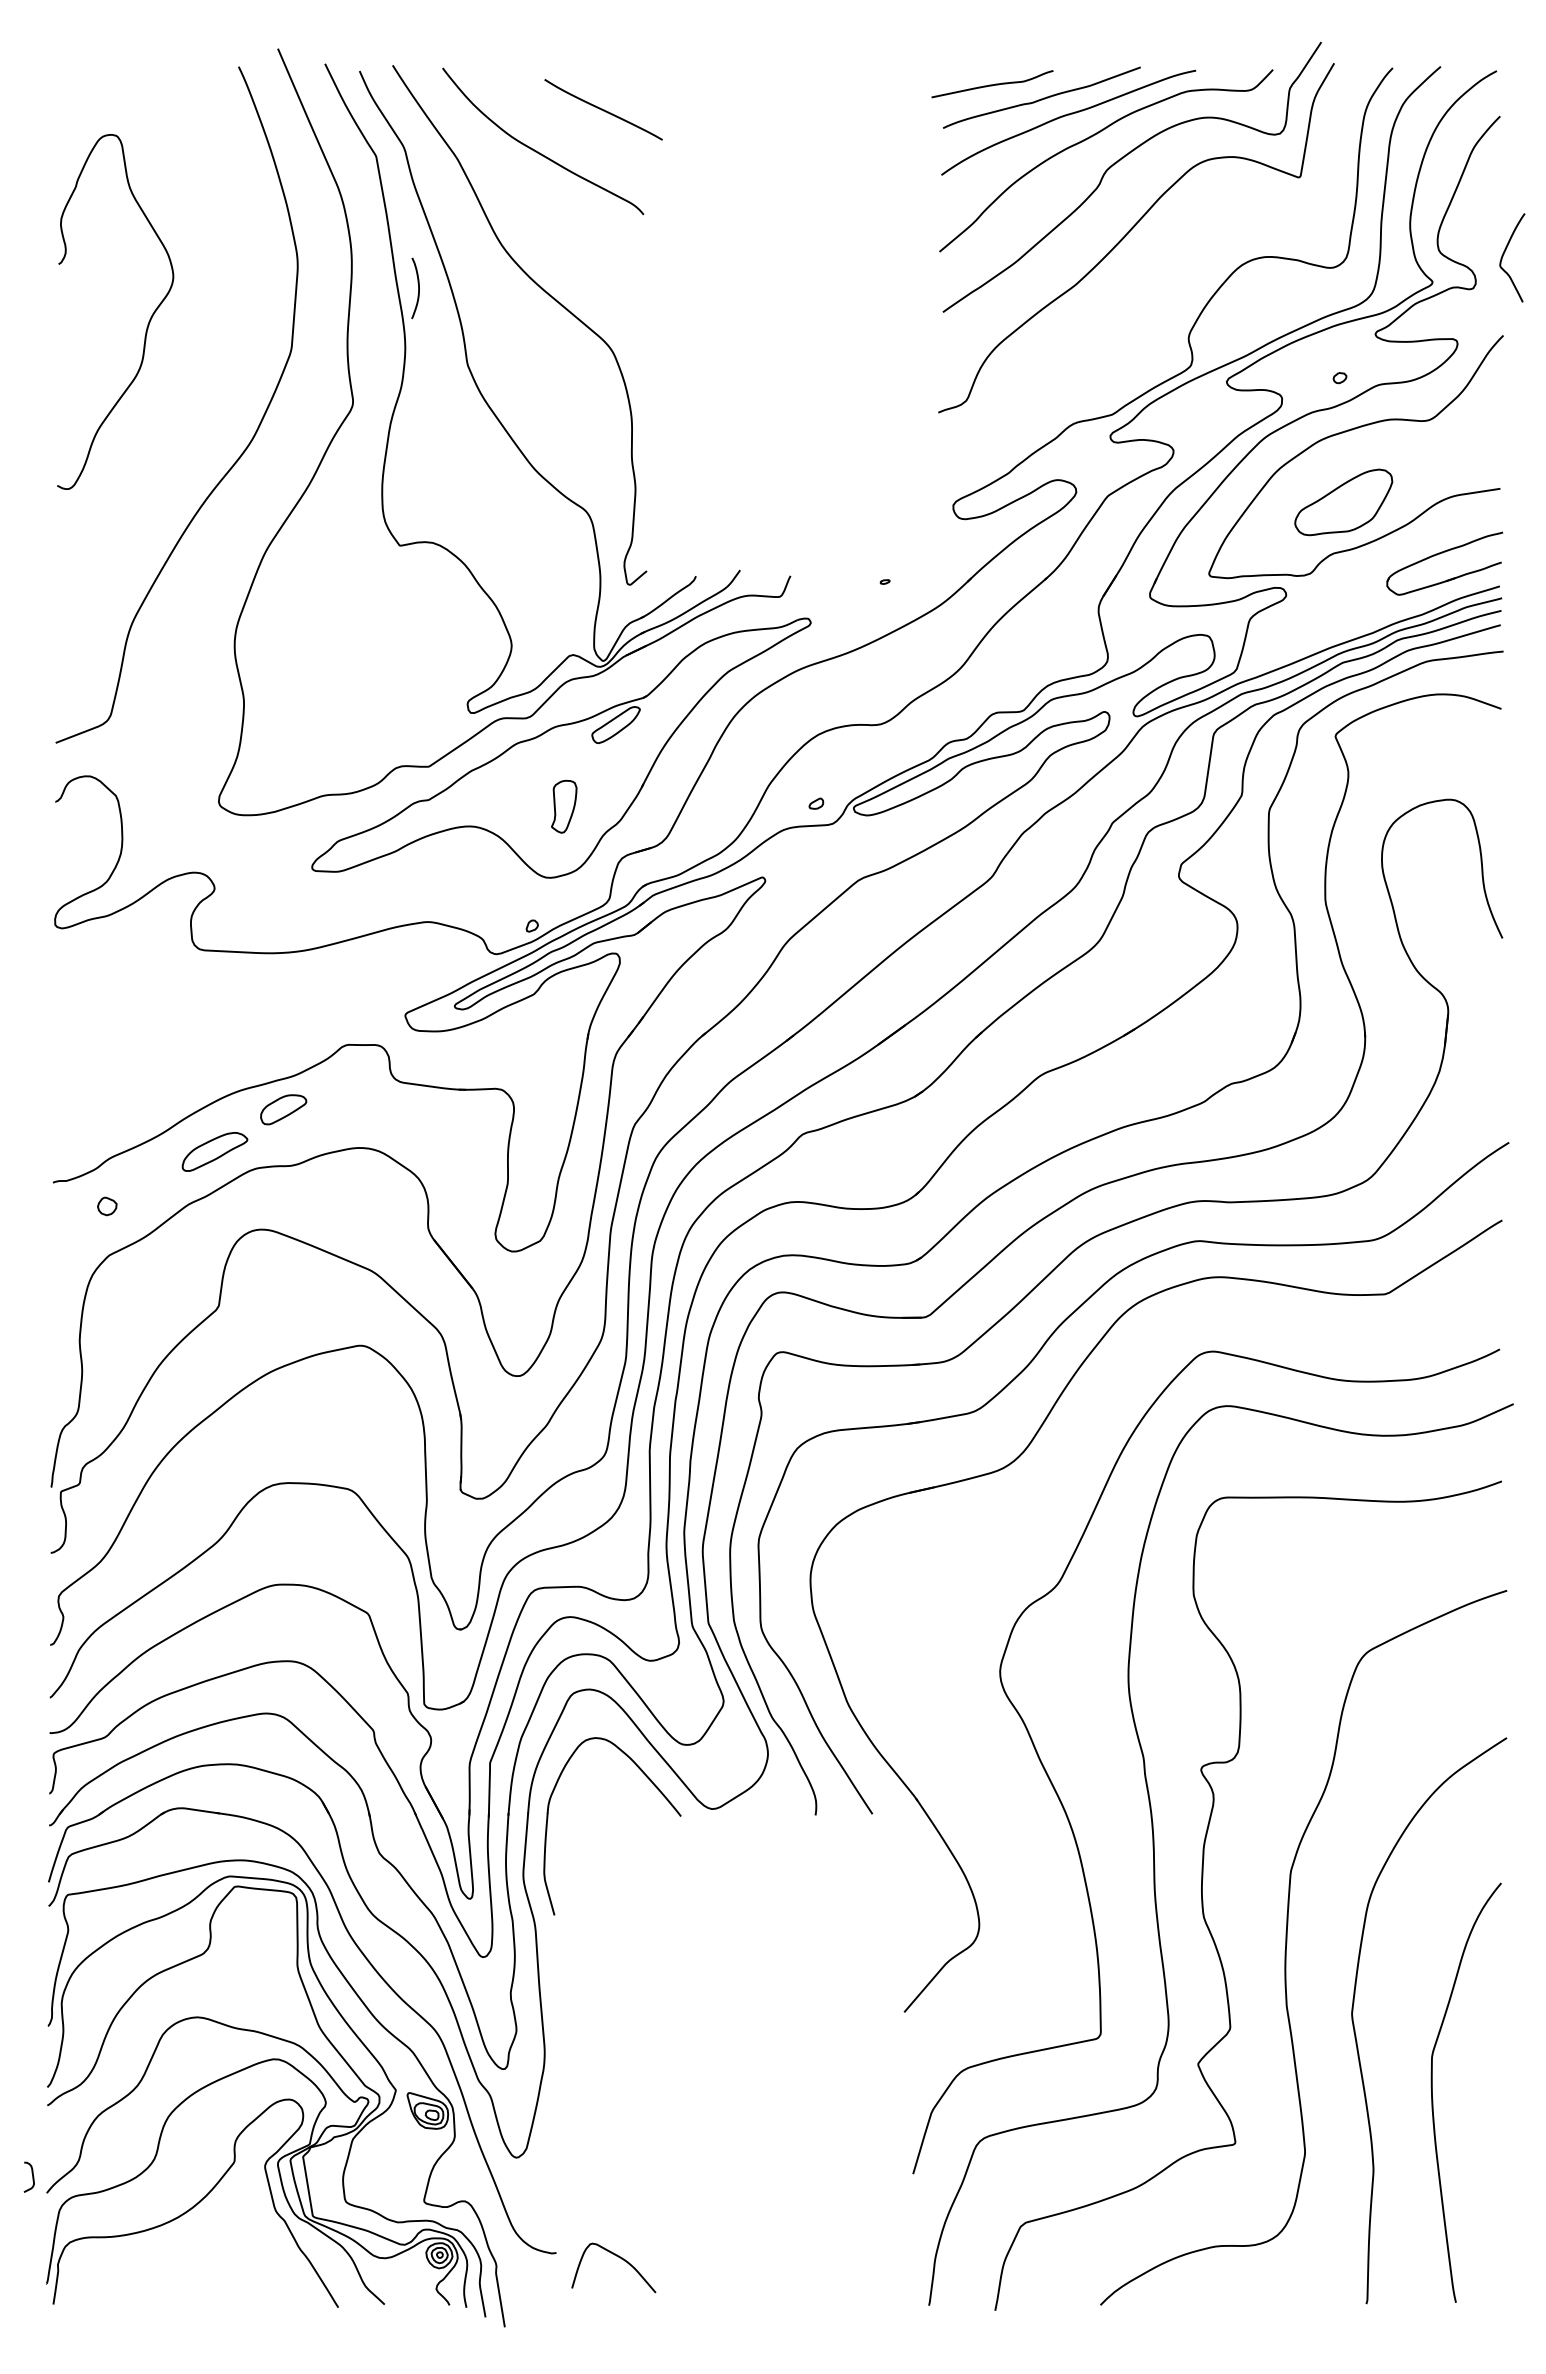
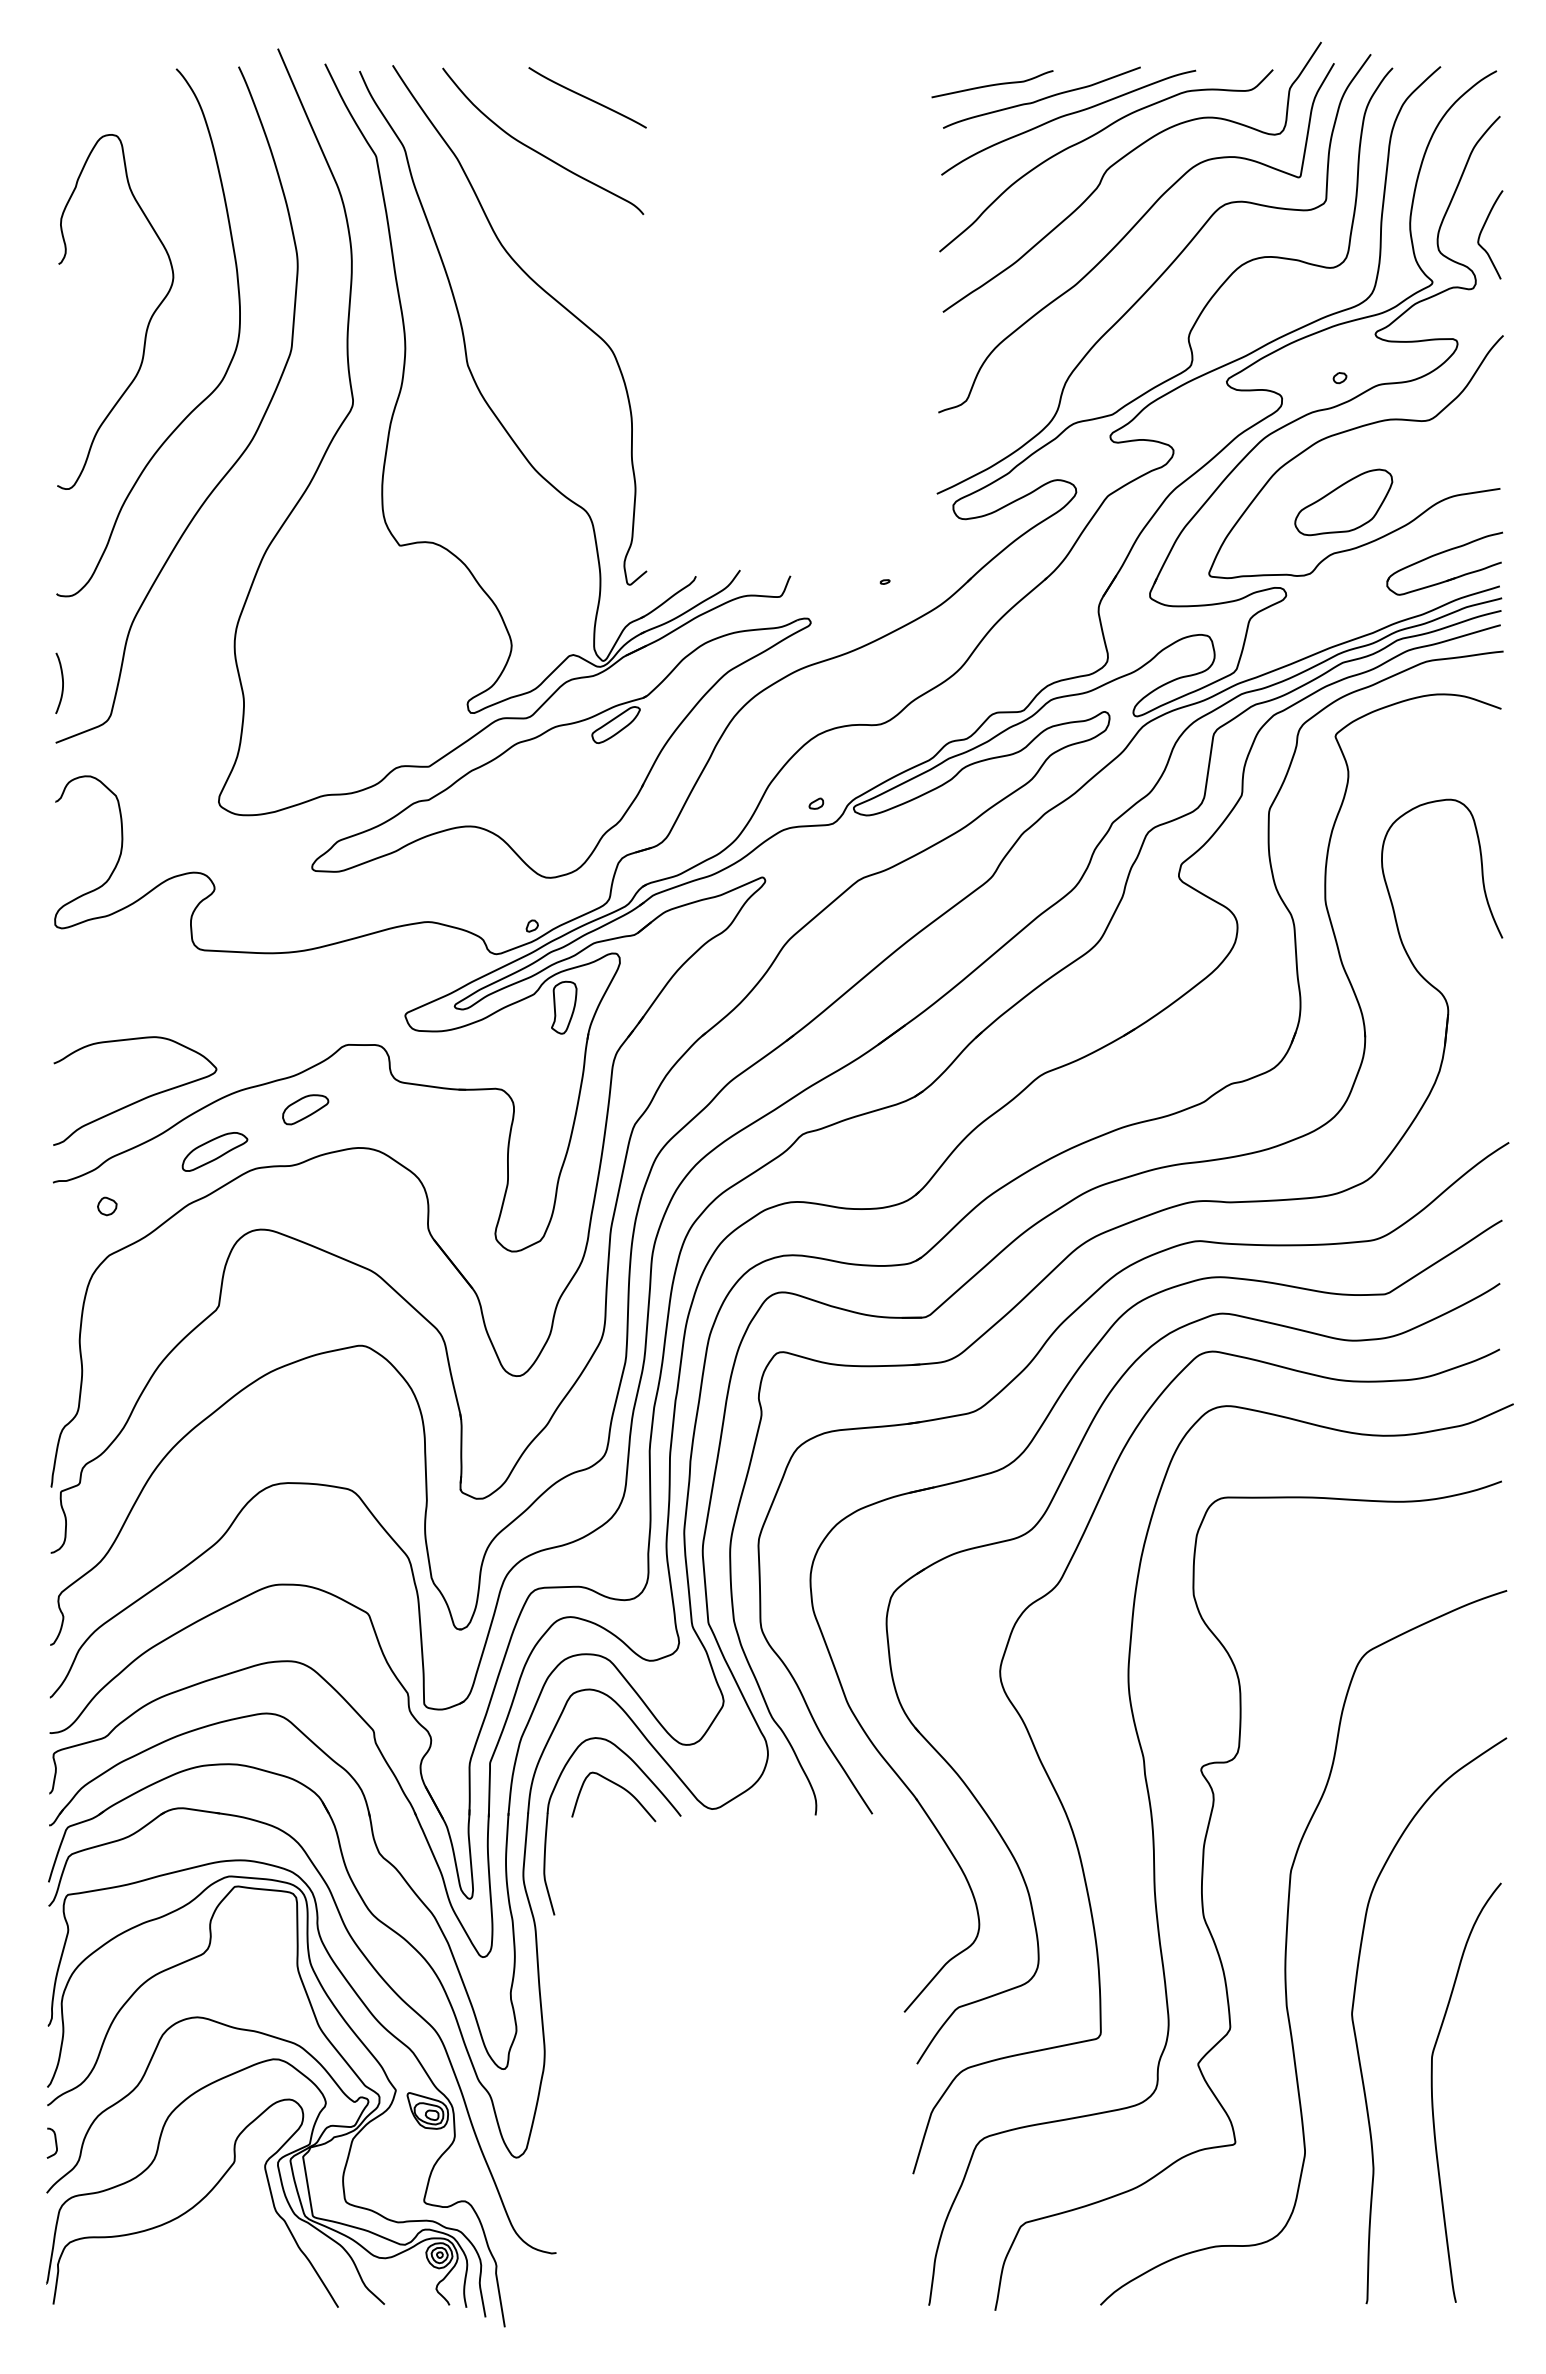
curve at (603, 109) position: (603, 109) -> (587, 97)
curve at (1504, 254) position: (1504, 254) -> (1482, 231)
curve at (1157, 278): none -> present
curve at (418, 288) position: (418, 288) -> (62, 683)
curve at (225, 371): none -> present
part at (564, 806) position: (564, 806) -> (564, 1007)
curve at (139, 1099): none -> present
part at (283, 1109) position: (283, 1109) -> (305, 1109)
part at (1035, 1527): none -> present
curve at (32, 2176) position: (32, 2176) -> (55, 2142)
curve at (618, 2257) position: (618, 2257) -> (618, 1786)
